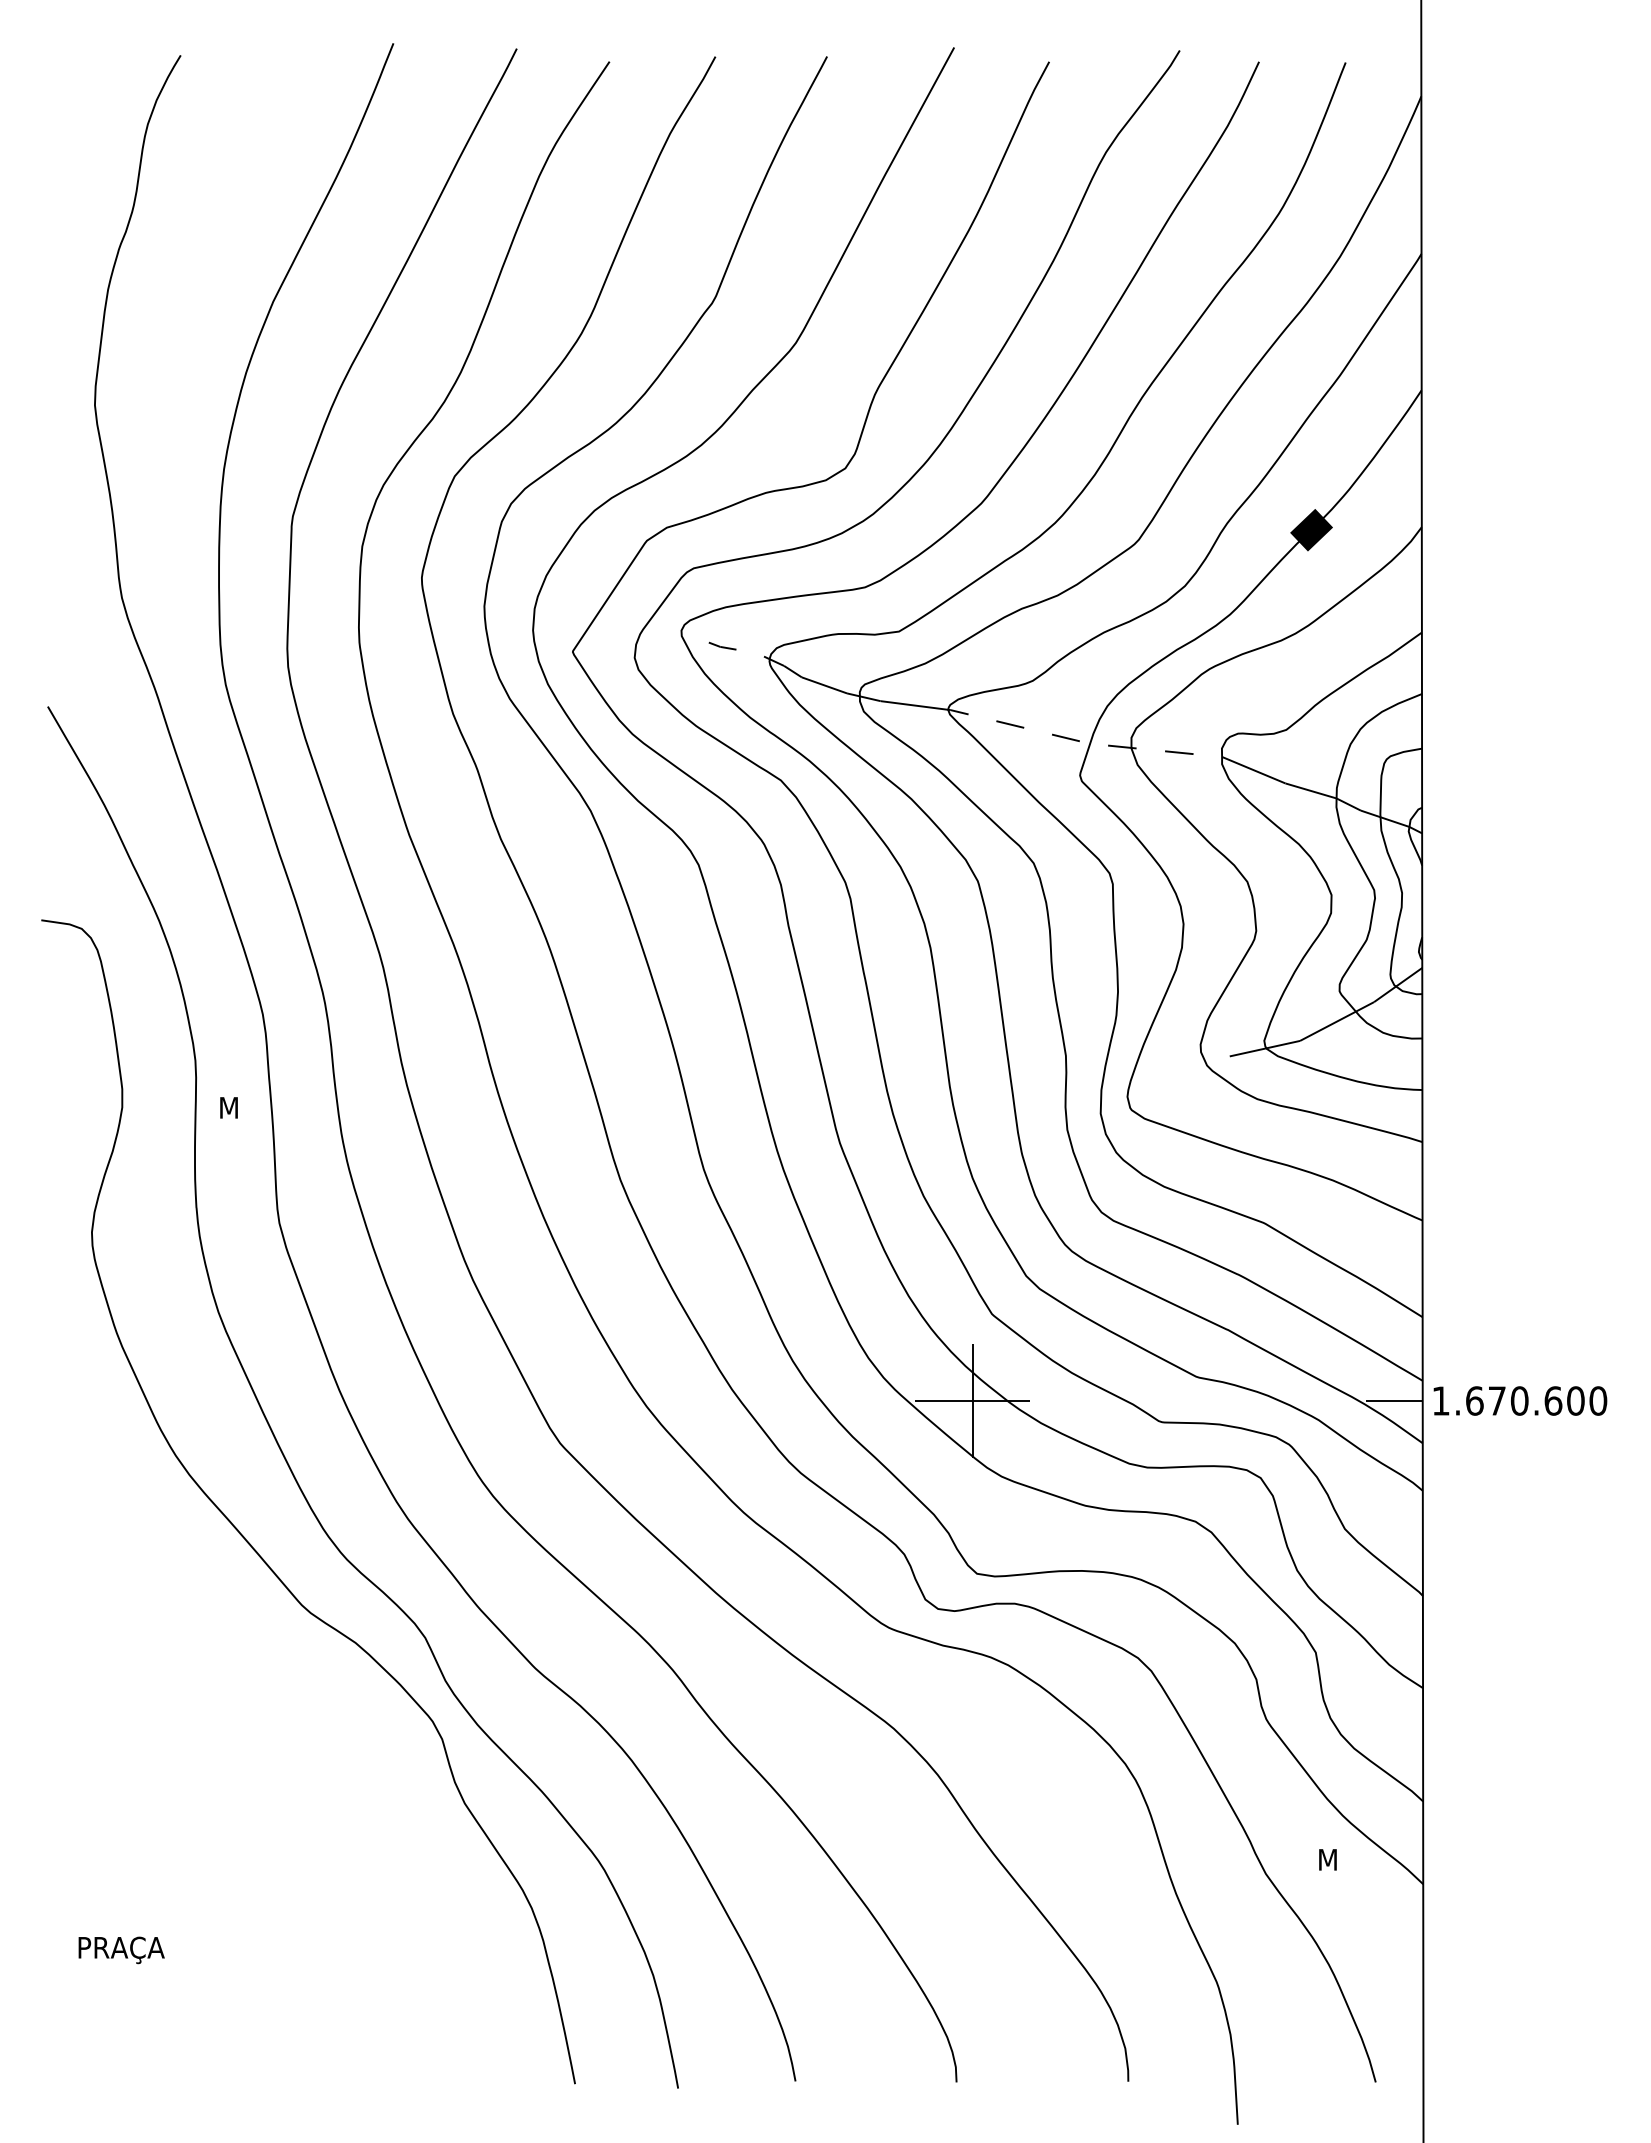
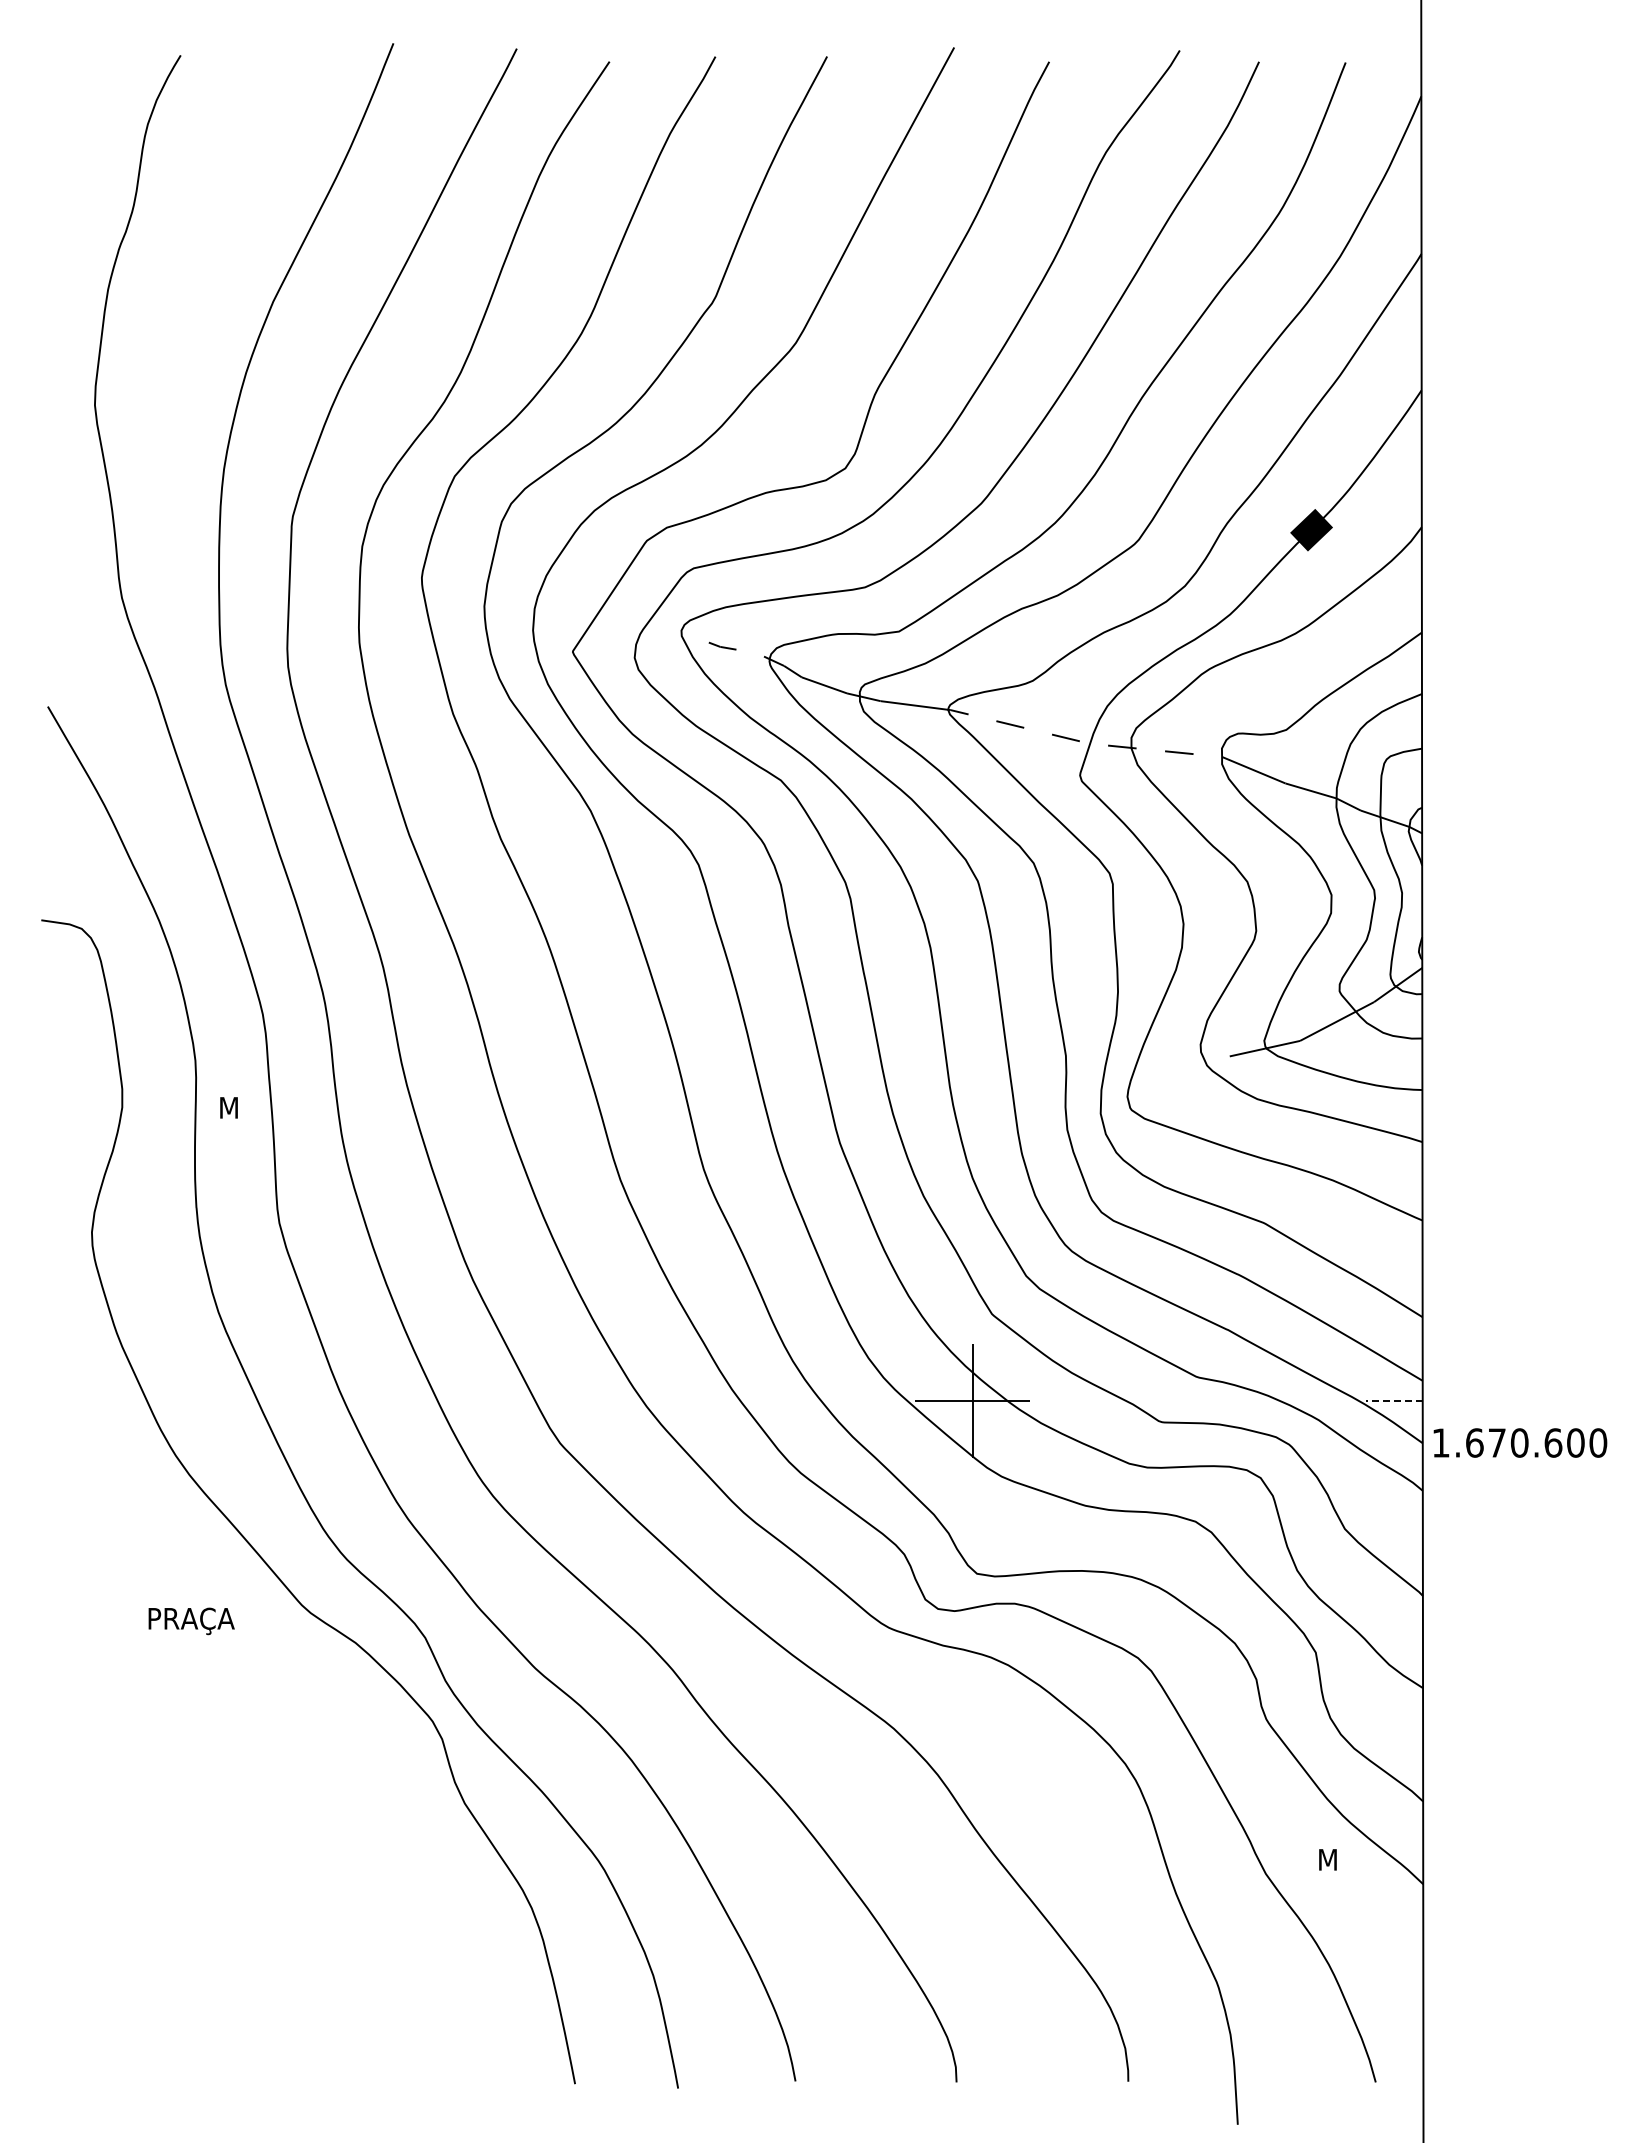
text at (1520, 1400) position: (1520, 1400) -> (1520, 1442)
line at (1394, 1401): solid -> dashed
text at (121, 1950) position: (121, 1950) -> (191, 1621)
